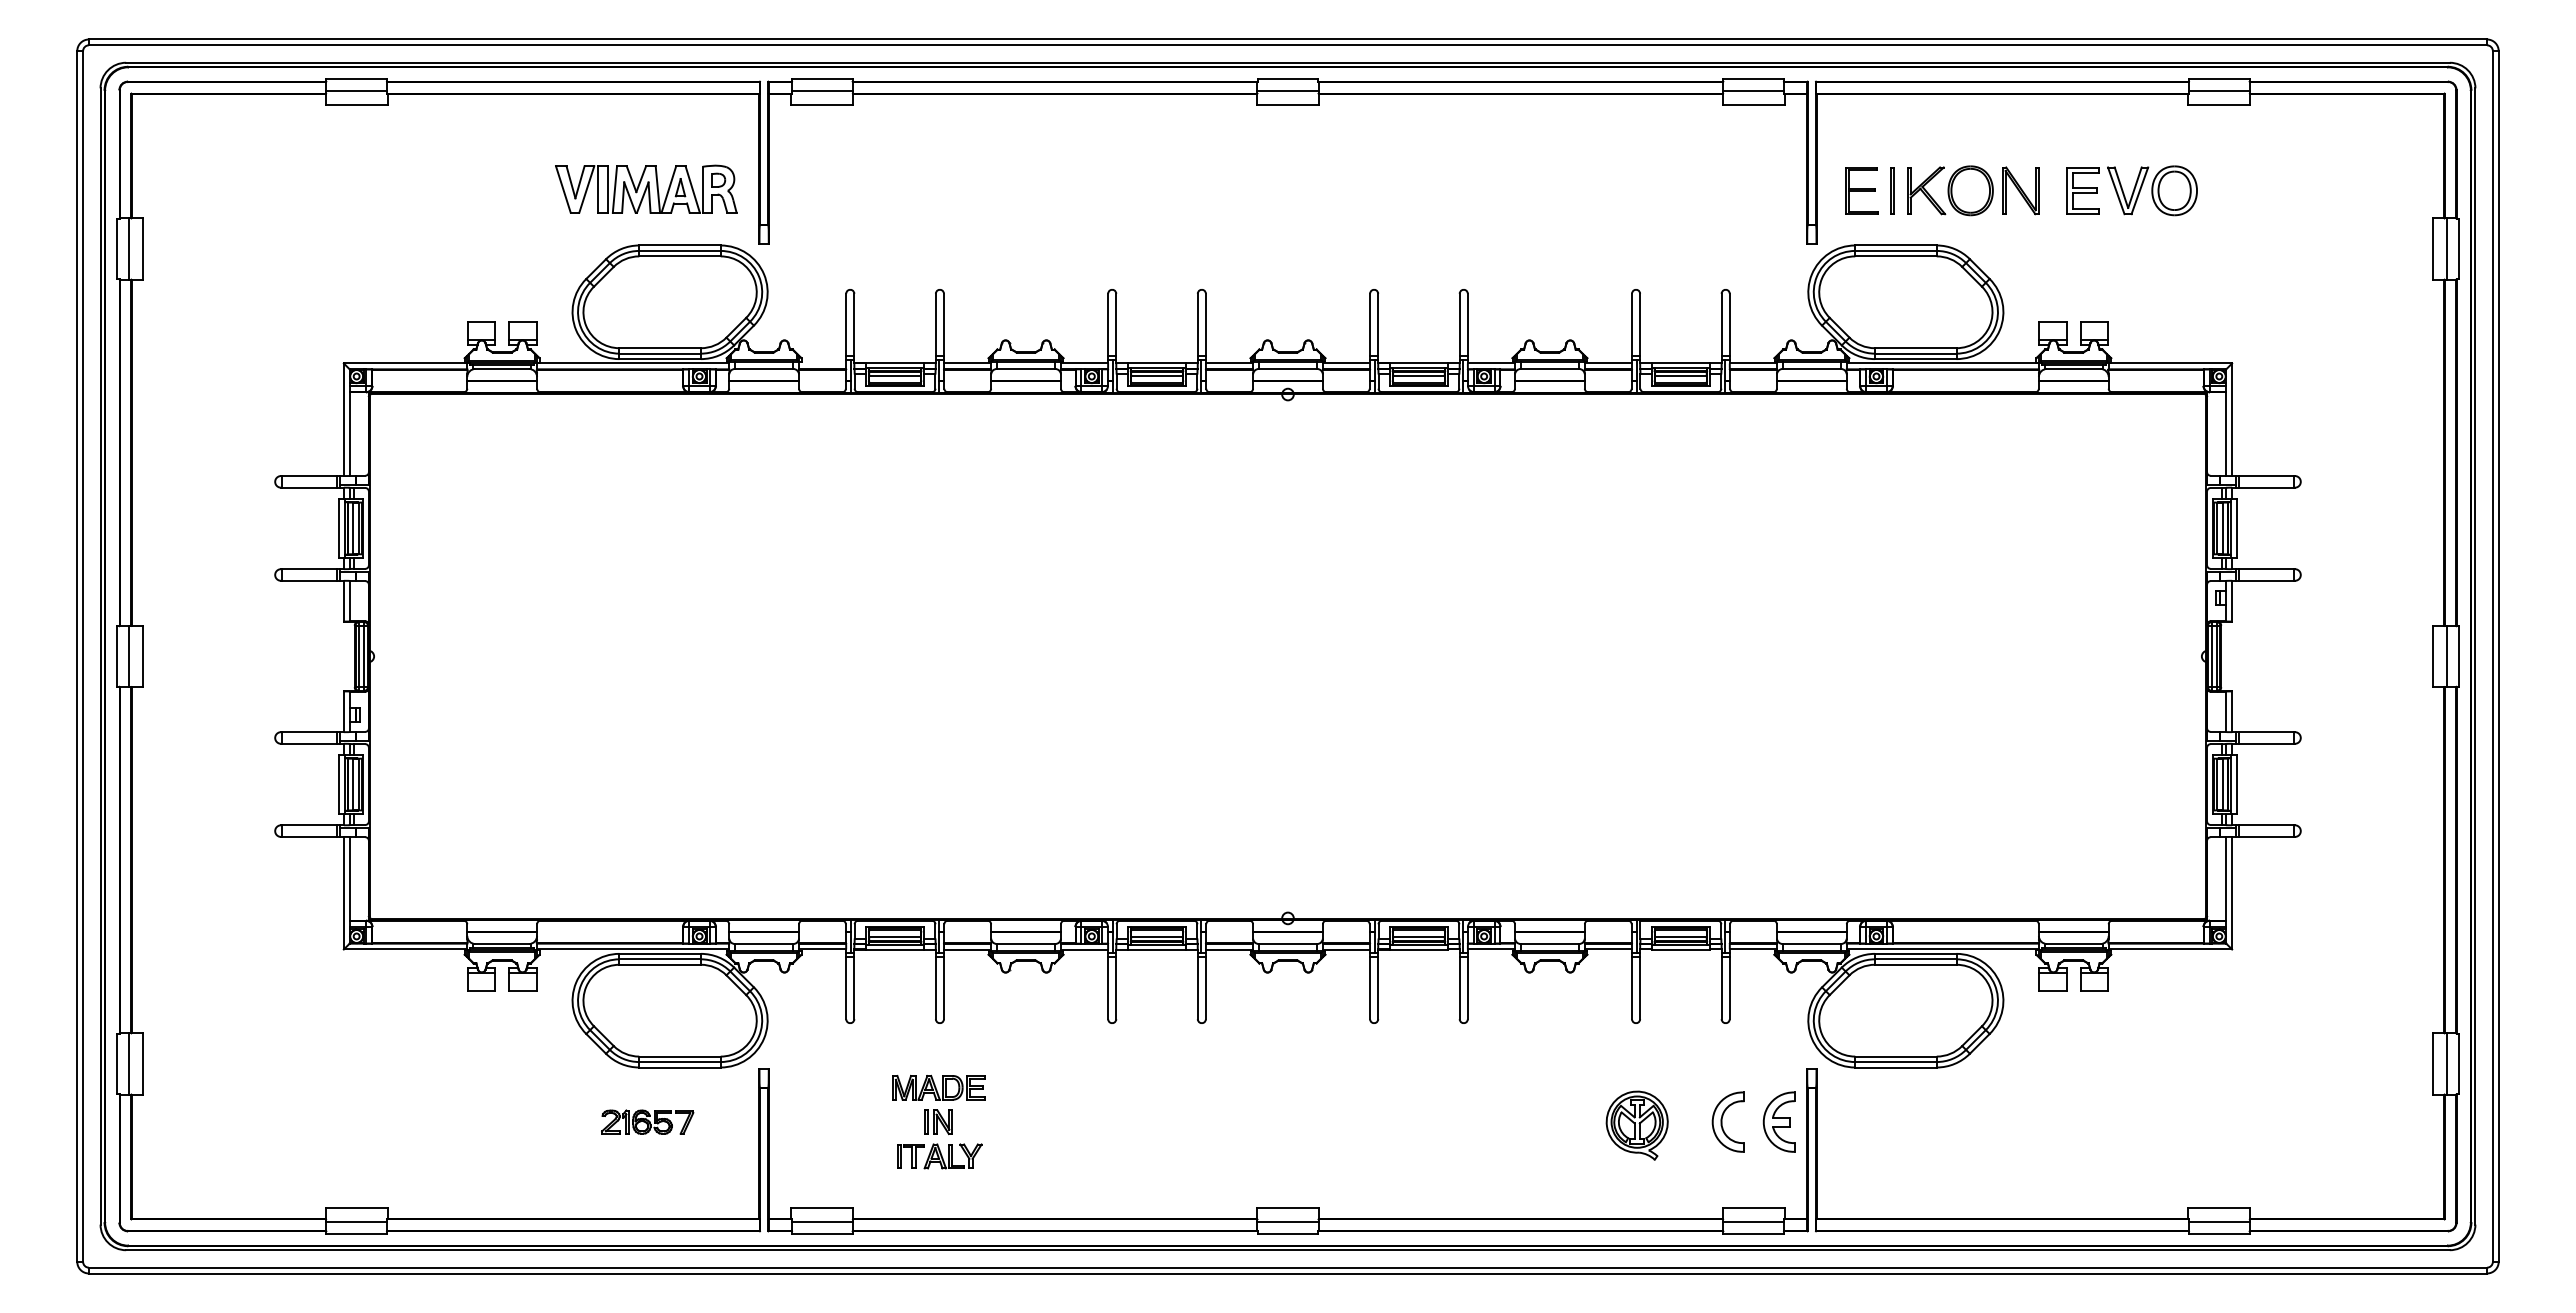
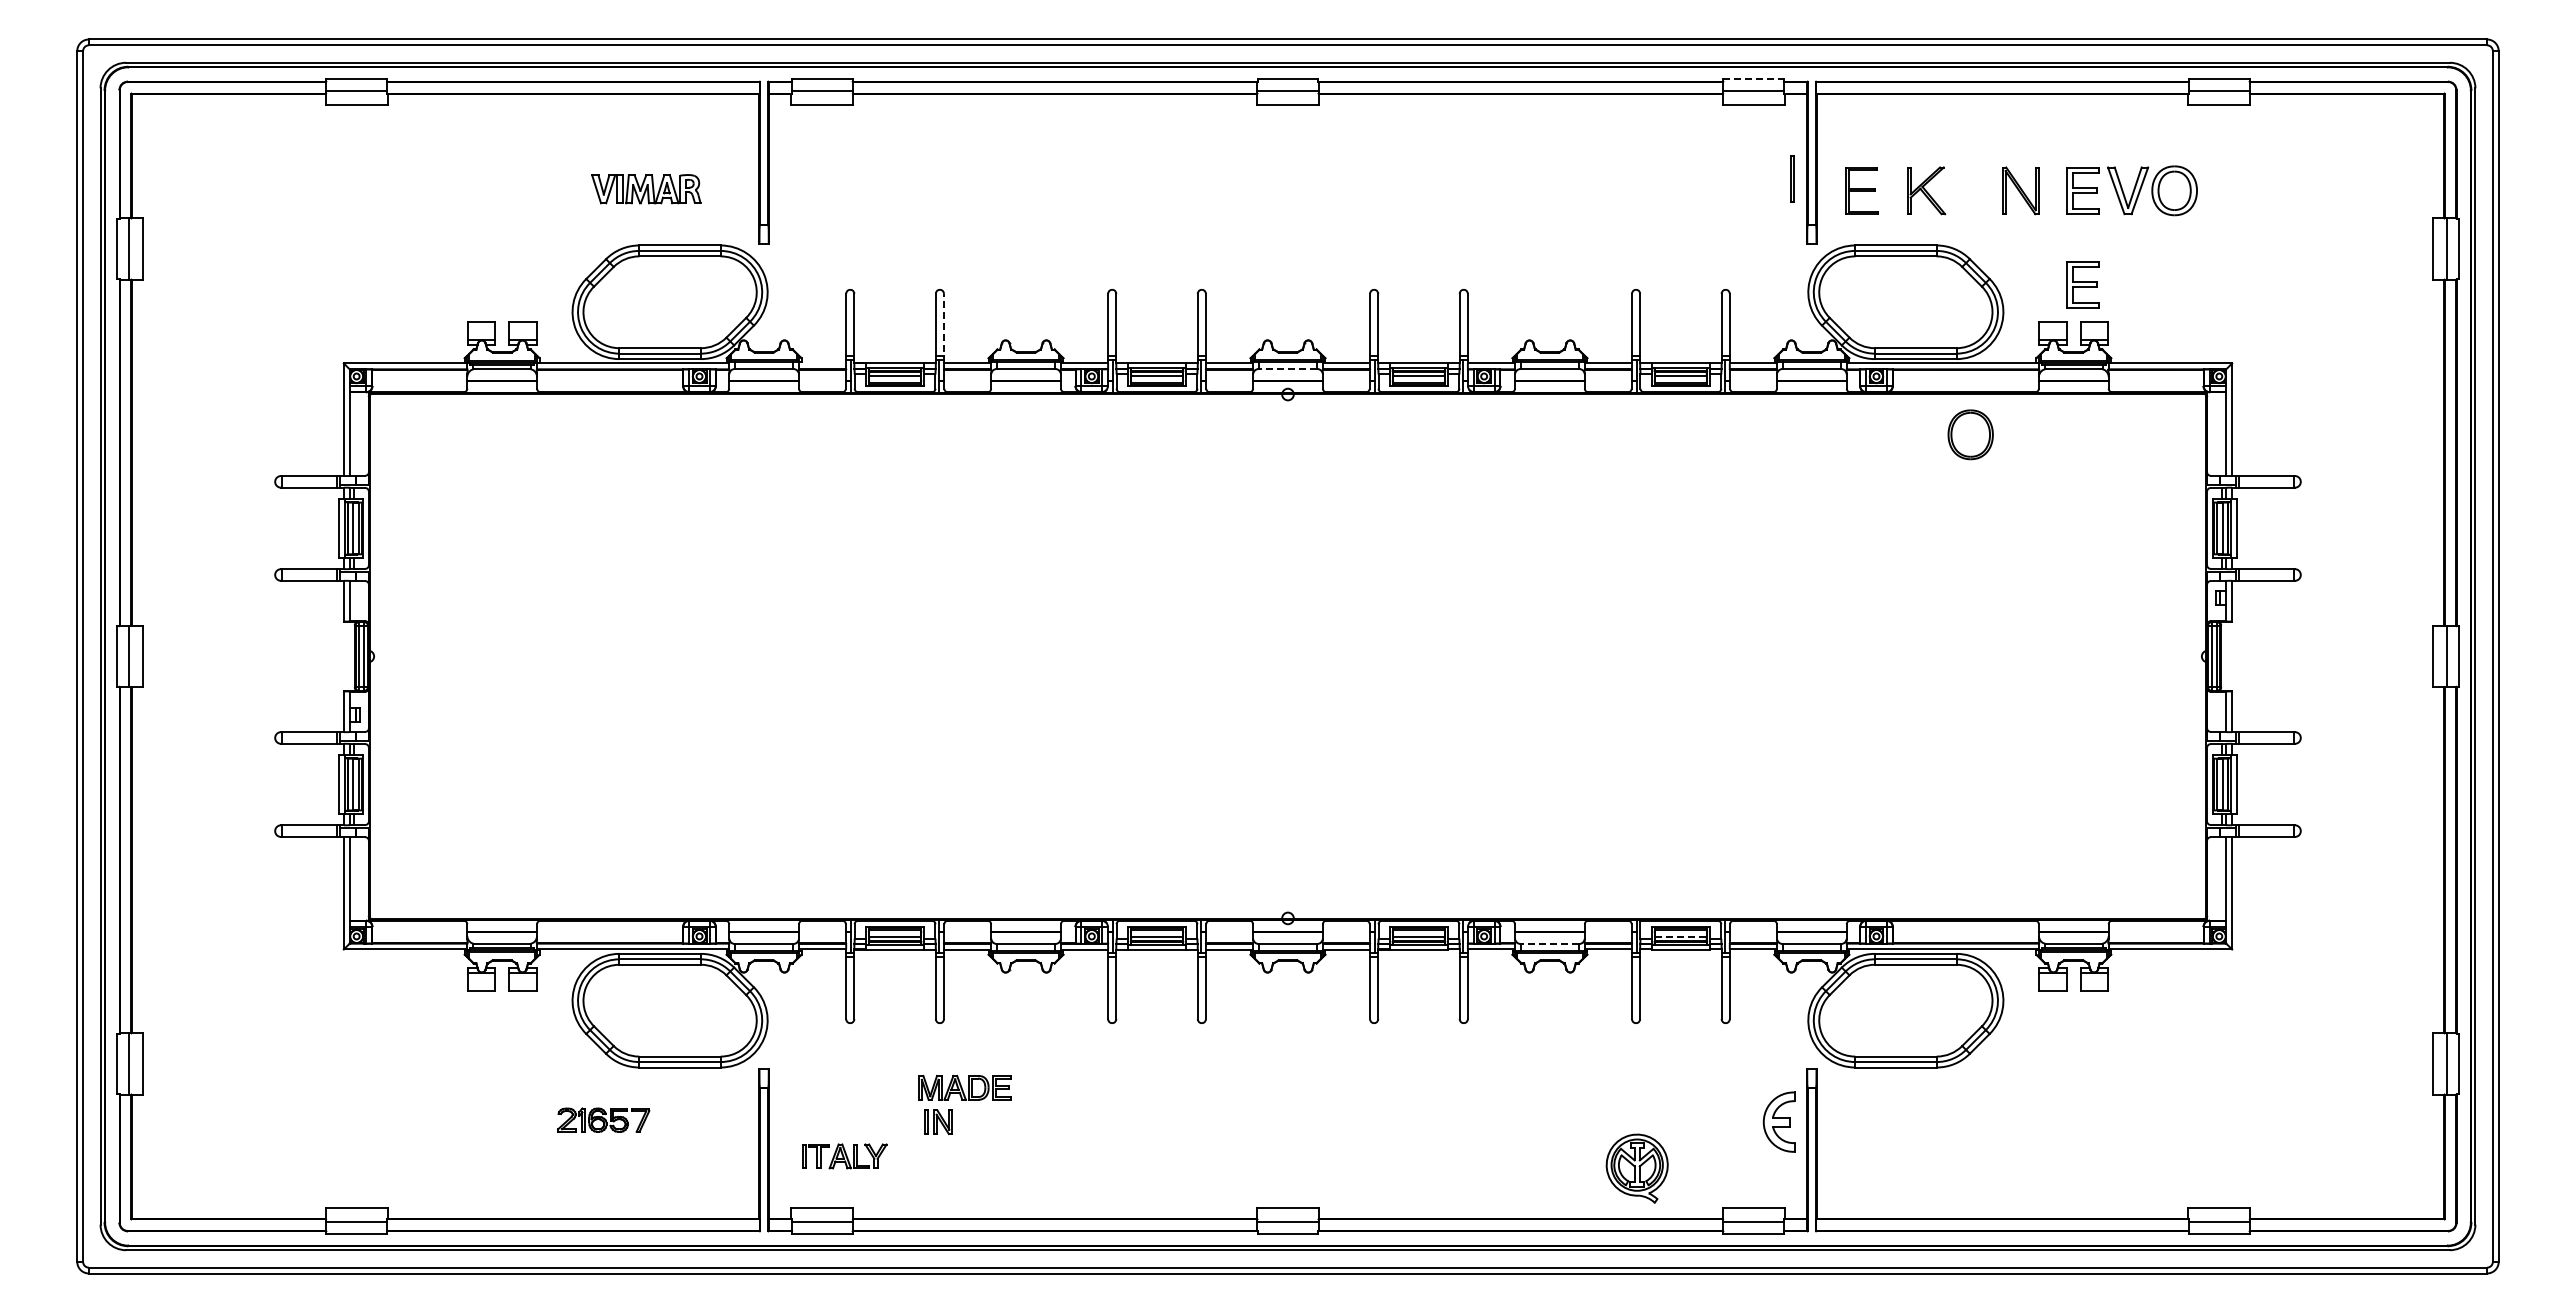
line at (1754, 78): solid -> dashed
part at (646, 188) size: 183x50 px -> 111x31 px
line at (1891, 190) position: (1891, 190) -> (1791, 178)
part at (1970, 190) position: (1970, 190) -> (1970, 434)
part at (2082, 284): none -> present
line at (943, 328): solid -> dashed
line at (1287, 368): solid -> dashed
line at (1680, 936): solid -> dashed
line at (1549, 944): solid -> dashed
part at (938, 1087) position: (938, 1087) -> (964, 1087)
part at (647, 1121) position: (647, 1121) -> (603, 1119)
part at (1727, 1121): present -> none
part at (1636, 1125) position: (1636, 1125) -> (1636, 1168)
part at (939, 1156) position: (939, 1156) -> (844, 1156)
